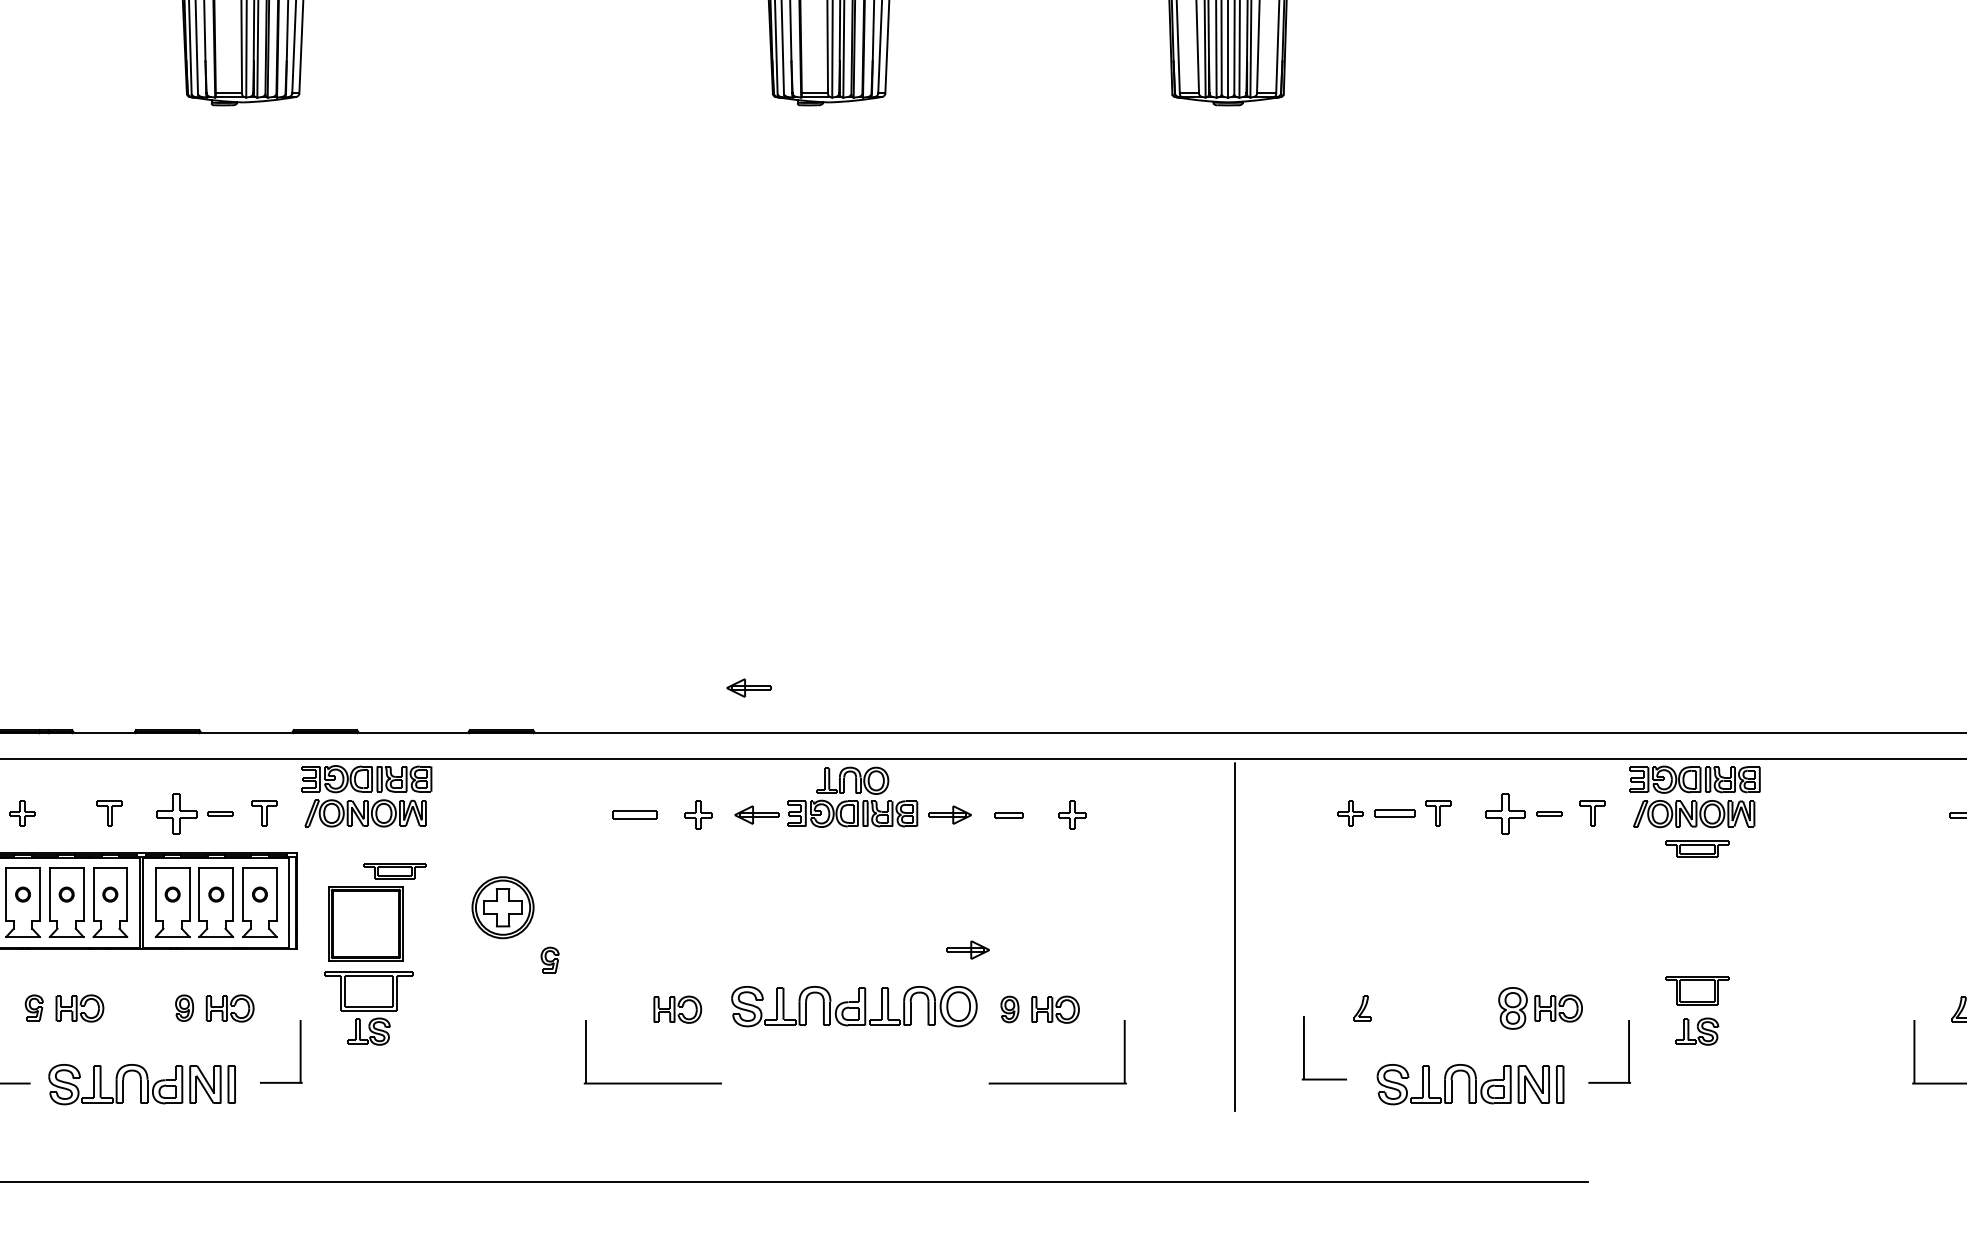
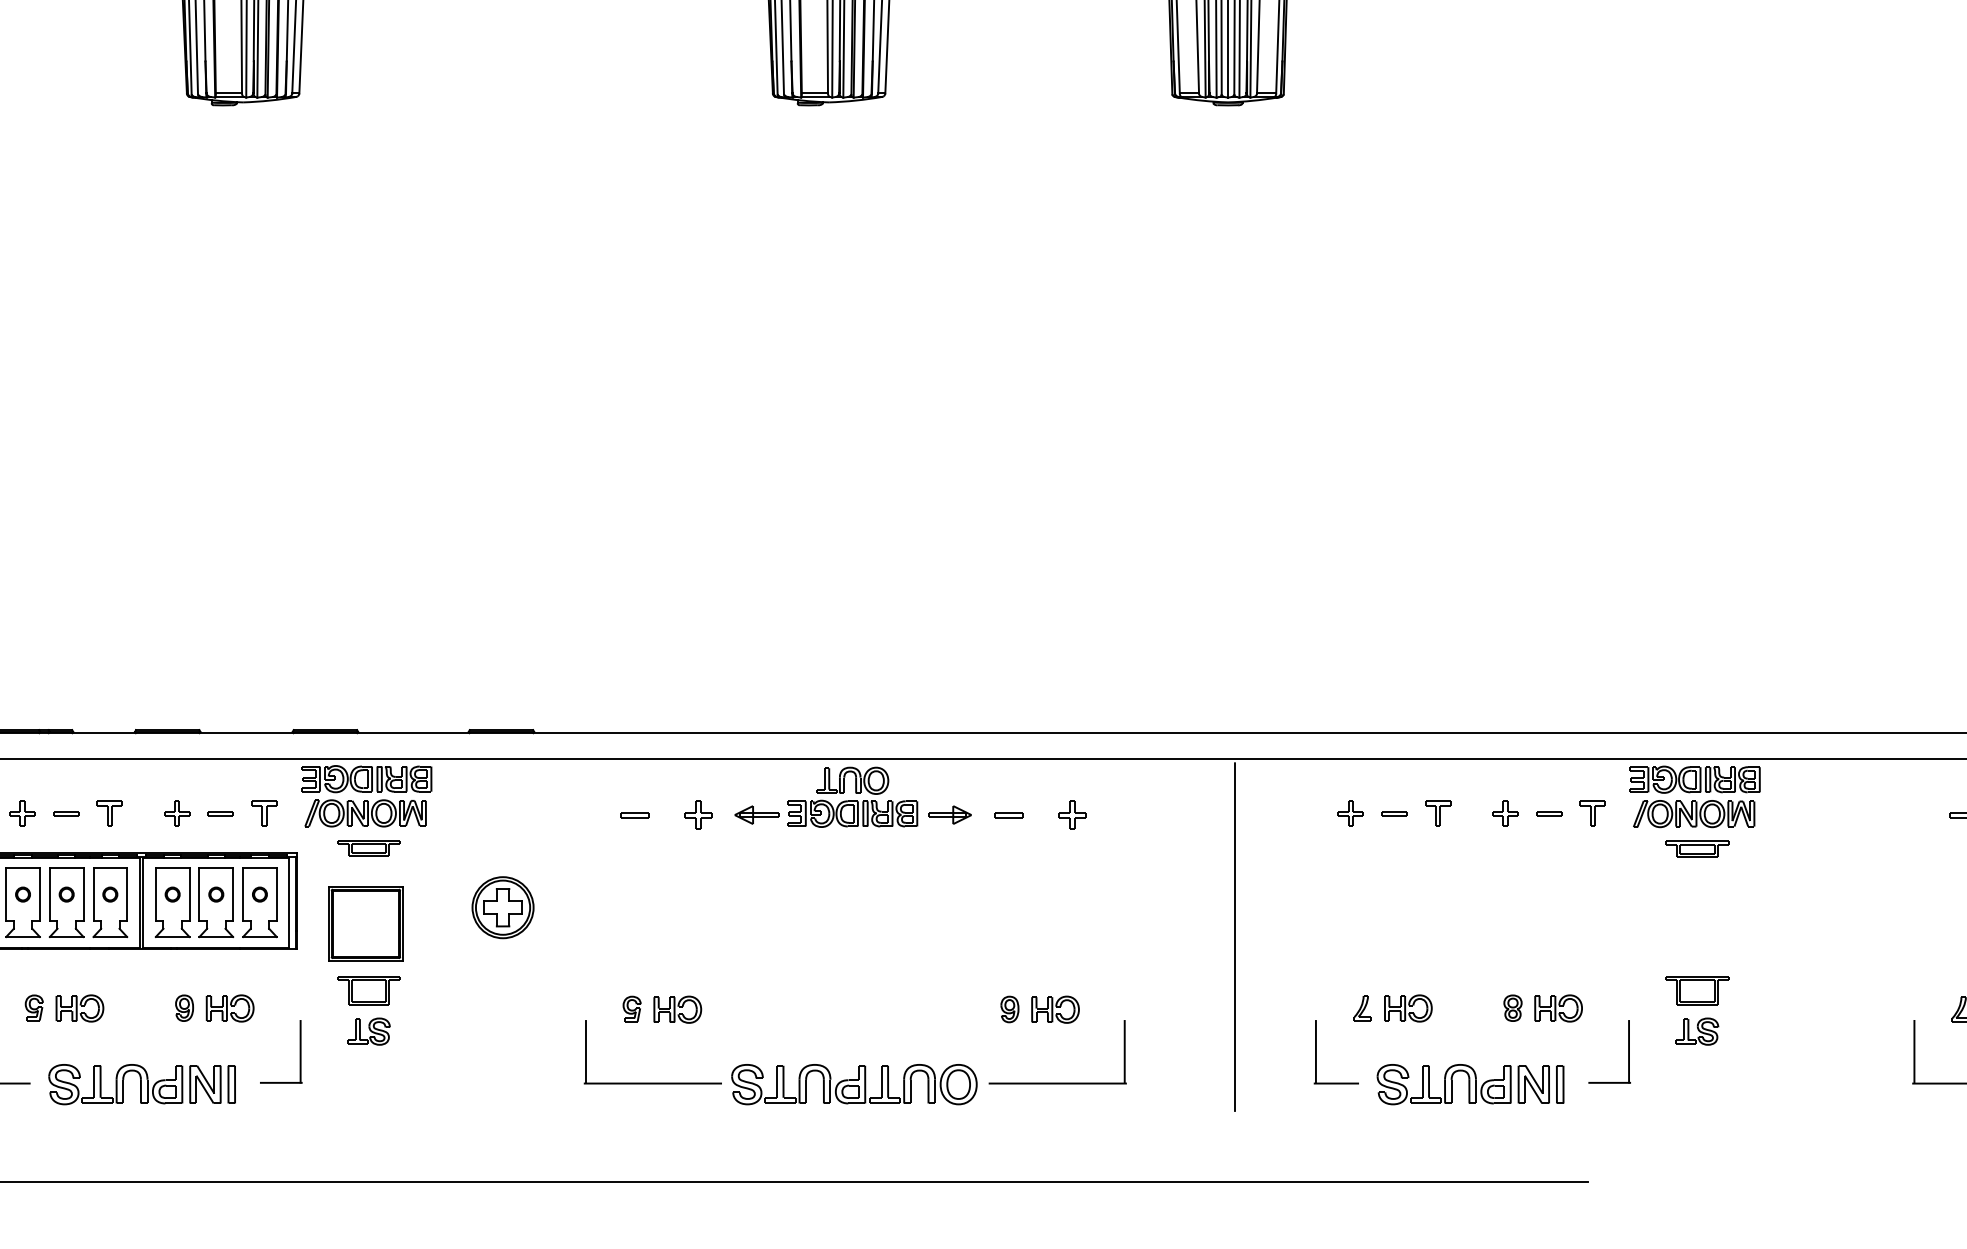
part at (748, 687): present -> none
part at (66, 813): none -> present
part at (176, 813) size: 42x42 px -> 27x27 px
part at (1394, 813) size: 42x9 px -> 27x6 px
part at (1505, 813) size: 41x42 px -> 27x27 px
part at (634, 814) size: 46x10 px -> 30x7 px
part at (394, 871) position: (394, 871) -> (368, 848)
part at (967, 949): present -> none
part at (549, 959) position: (549, 959) -> (631, 1008)
part at (368, 991) size: 90x41 px -> 64x30 px
part at (854, 1006) position: (854, 1006) -> (854, 1084)
part at (1408, 1008): none -> present
part at (1512, 1008) size: 30x43 px -> 20x28 px
part at (1304, 1048) position: (1304, 1048) -> (1316, 1052)
